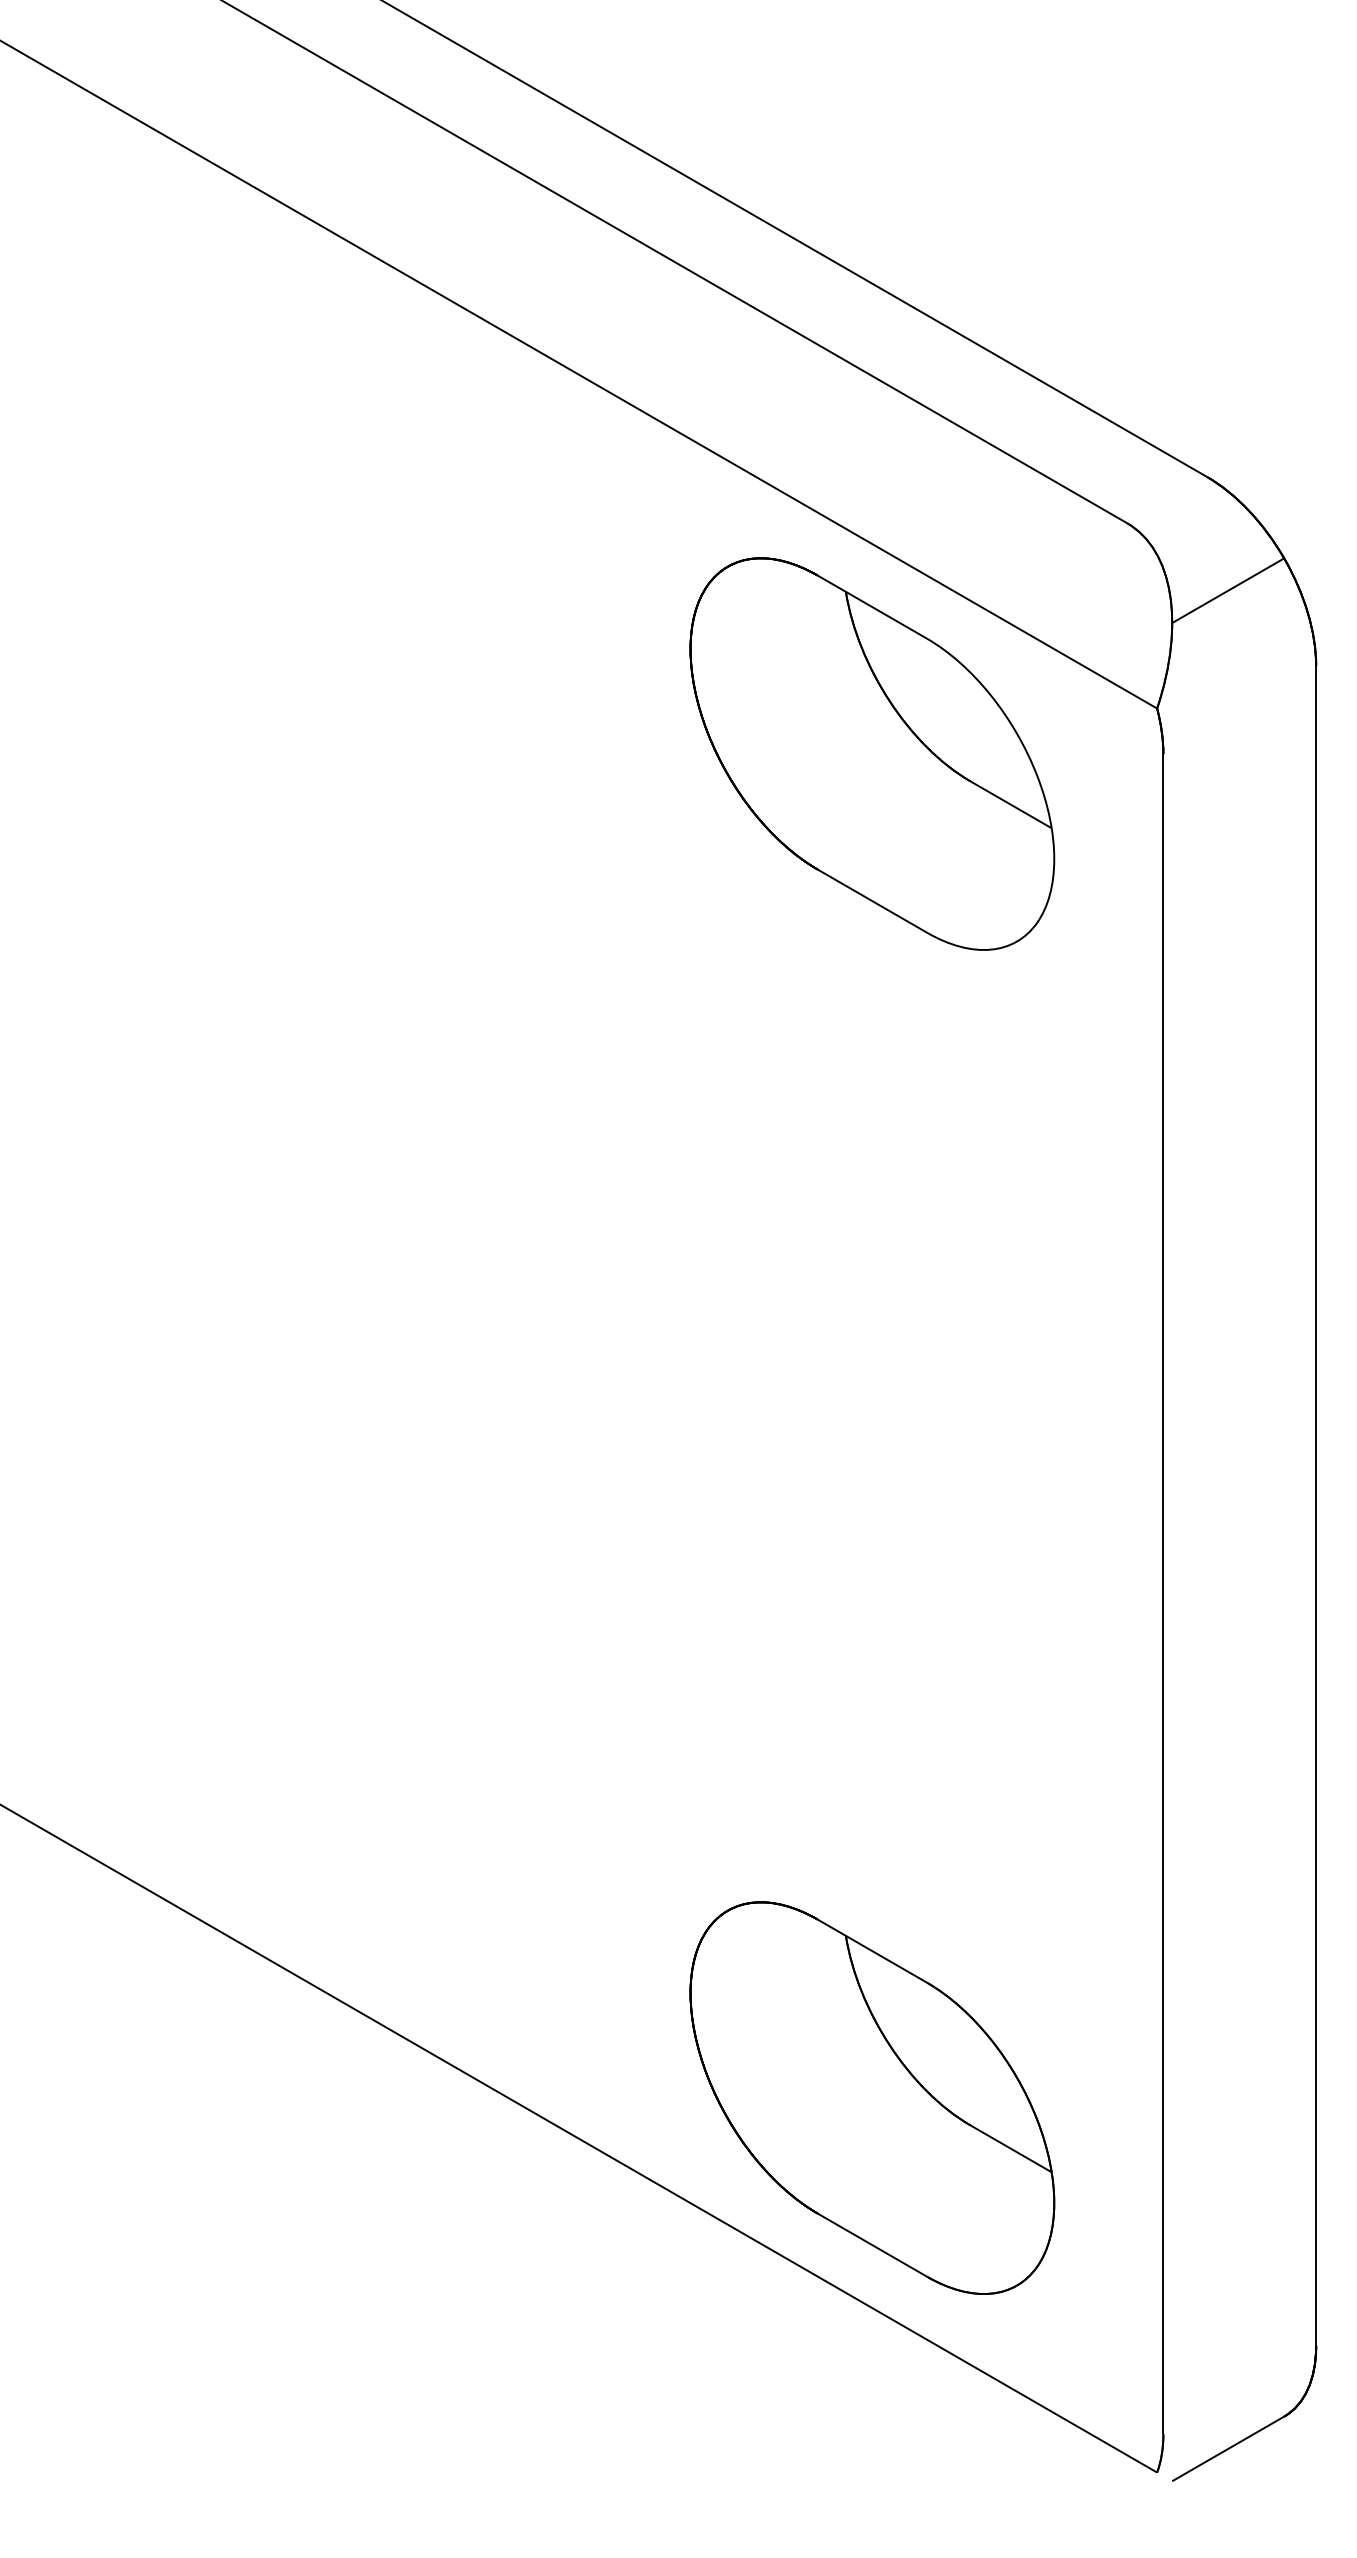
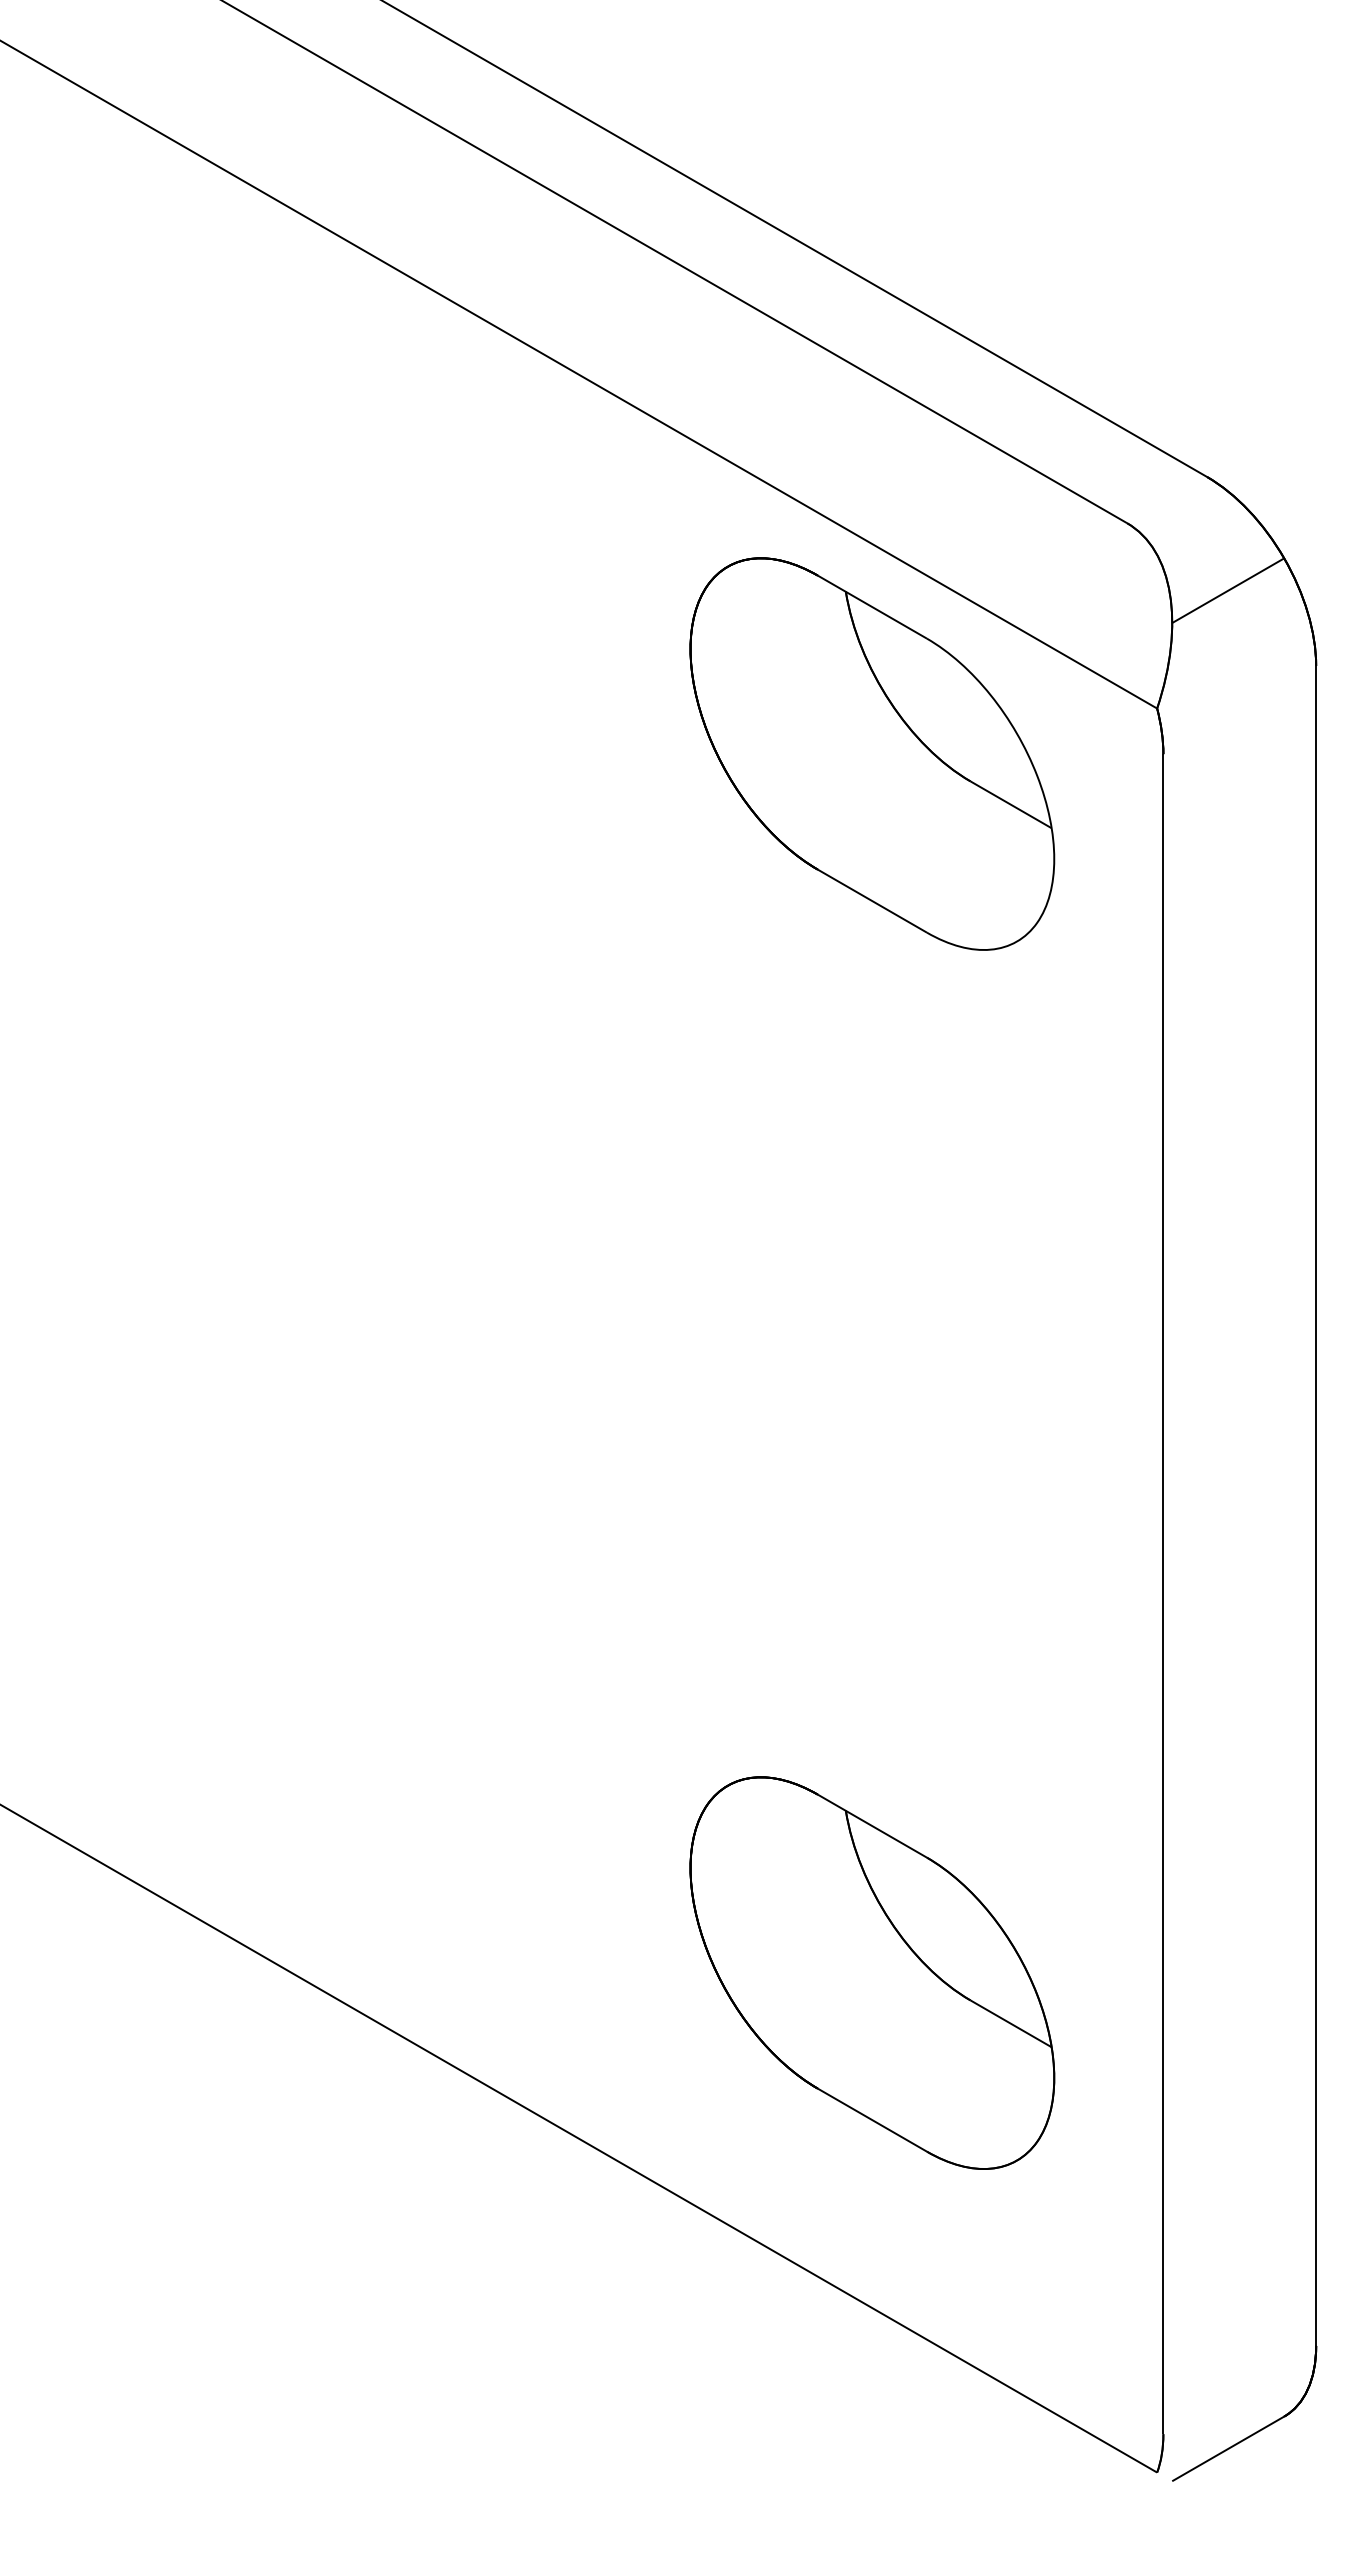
part at (872, 2097) position: (872, 2097) -> (872, 1972)
